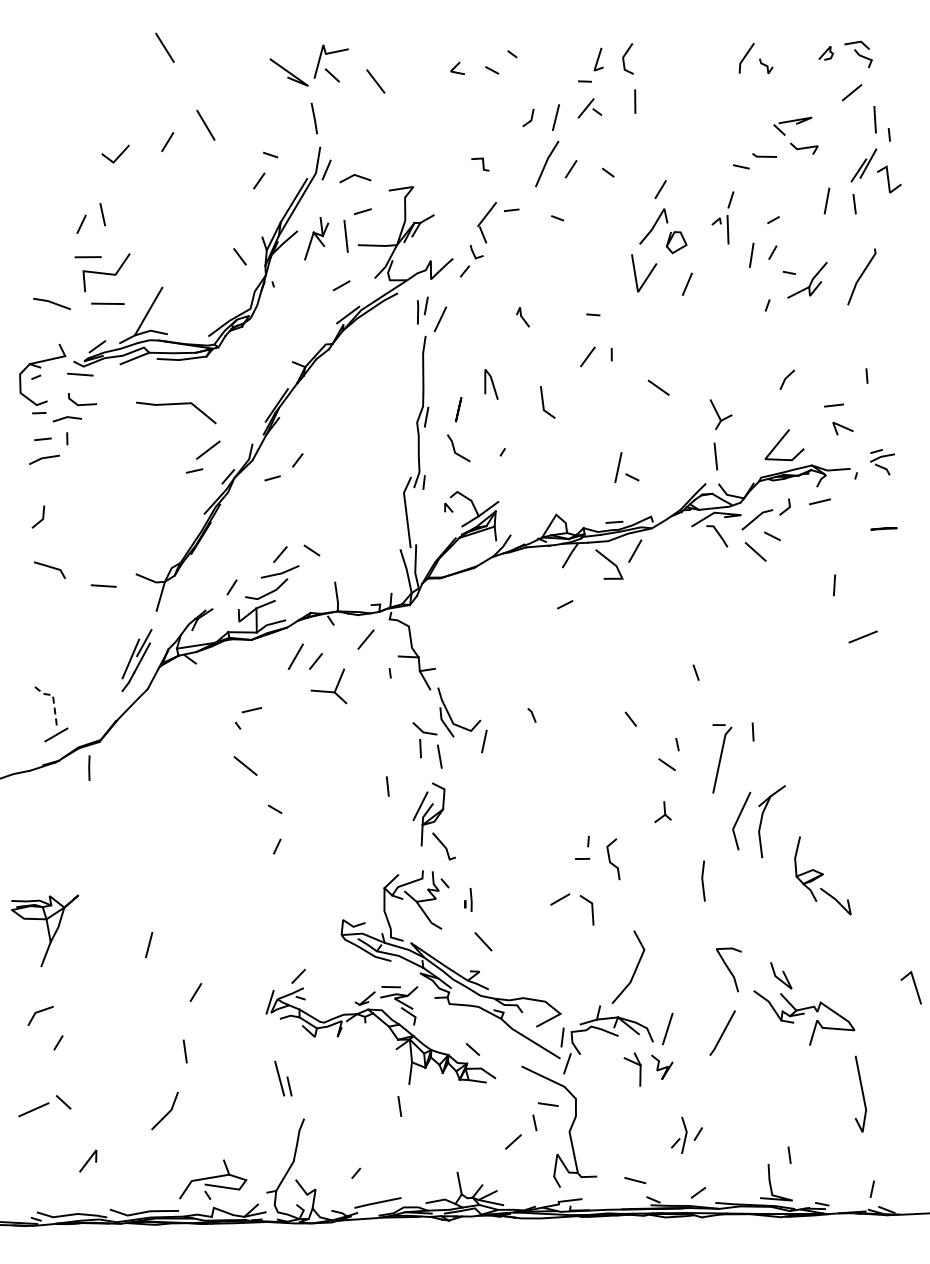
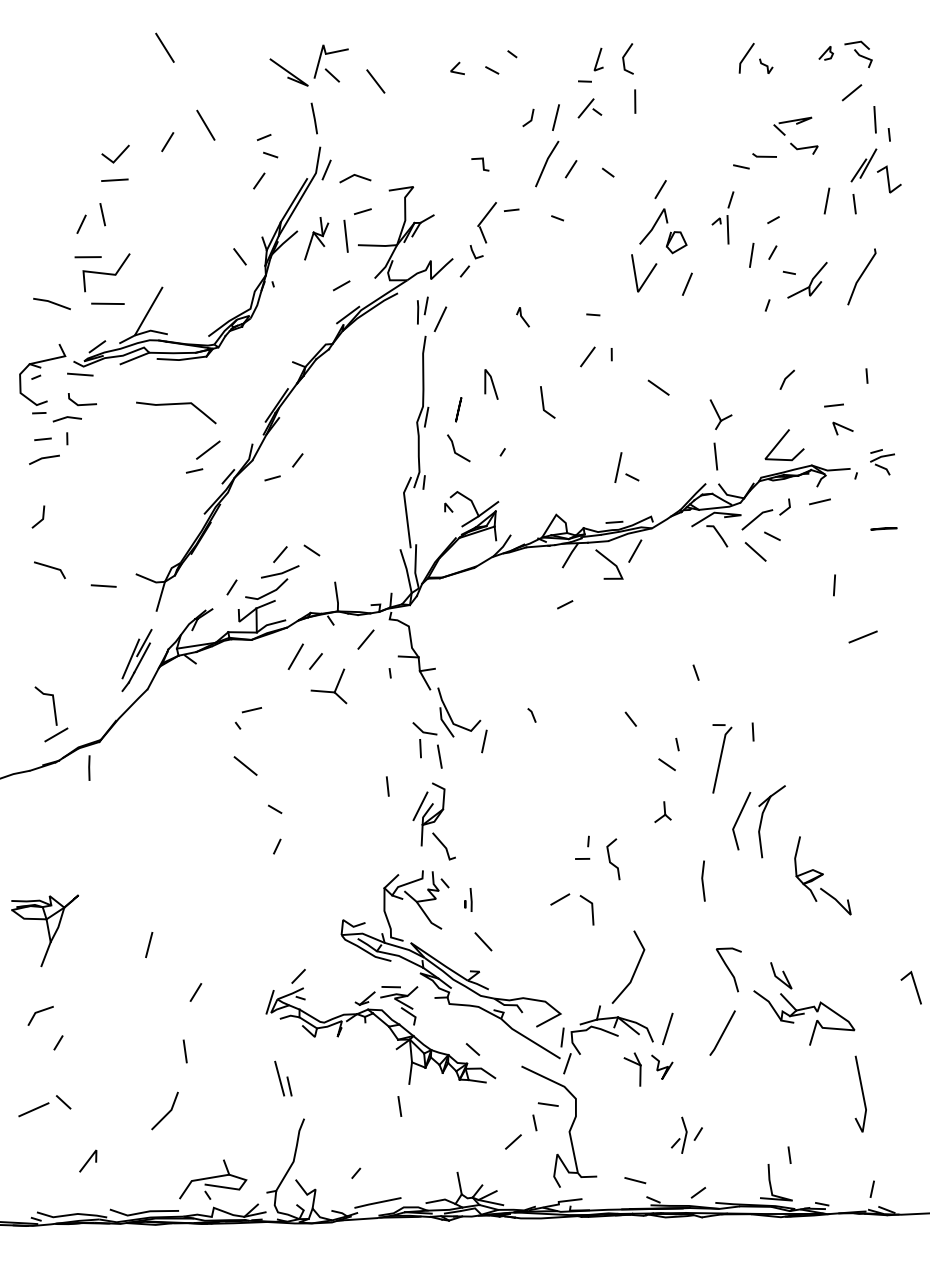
line at (263, 137): none -> present
line at (114, 180): none -> present
line at (53, 699): dashed -> solid
